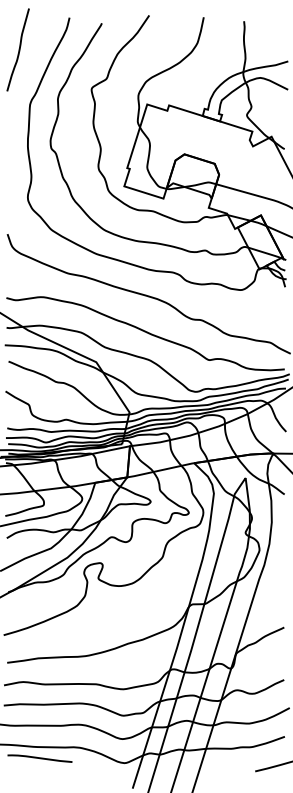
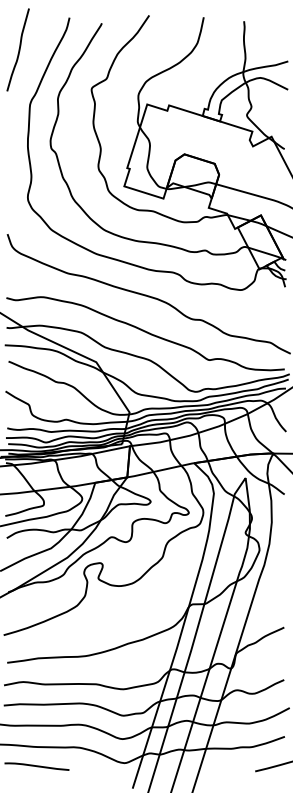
curve at (39, 758) position: (39, 758) -> (36, 766)
